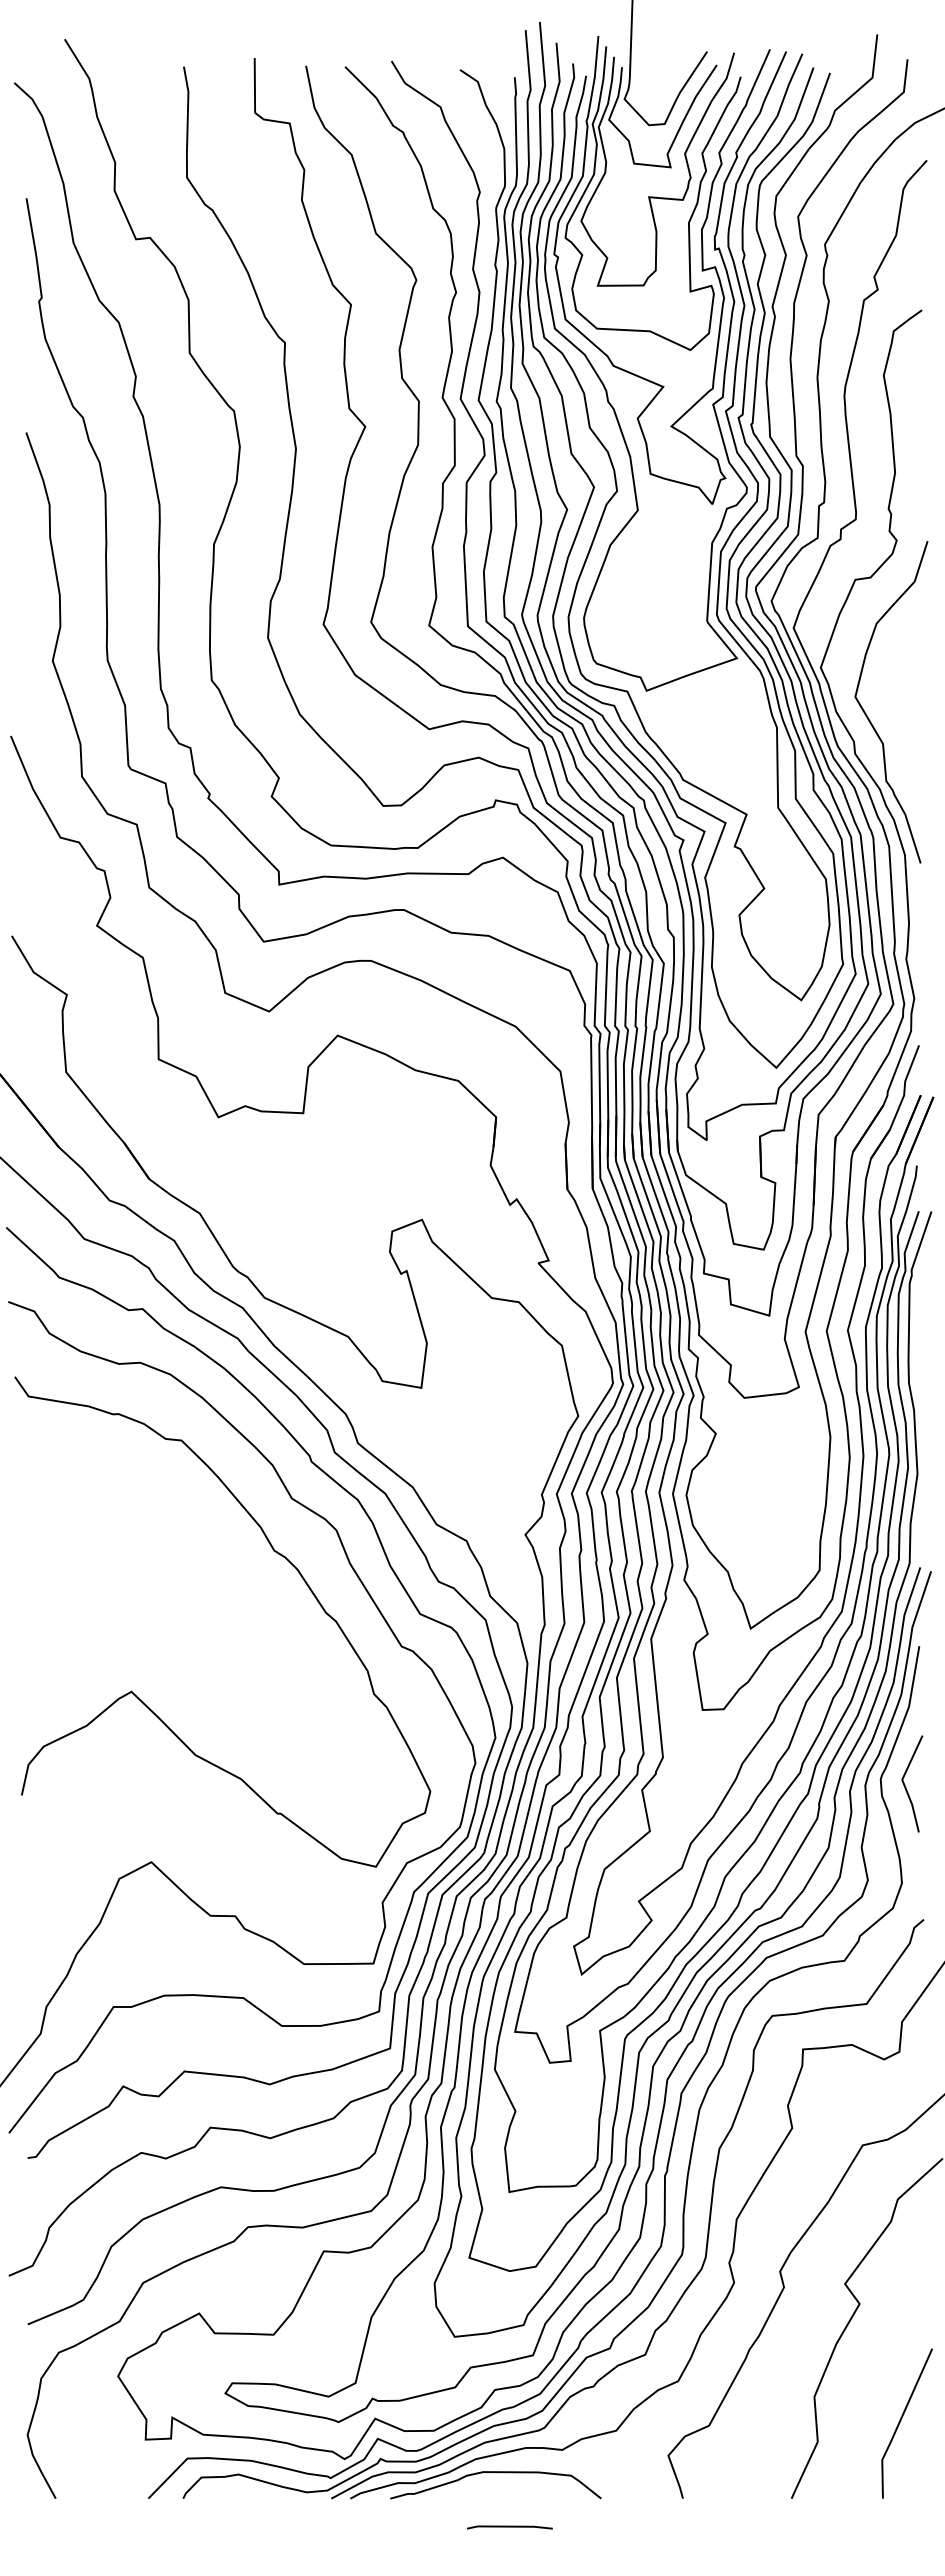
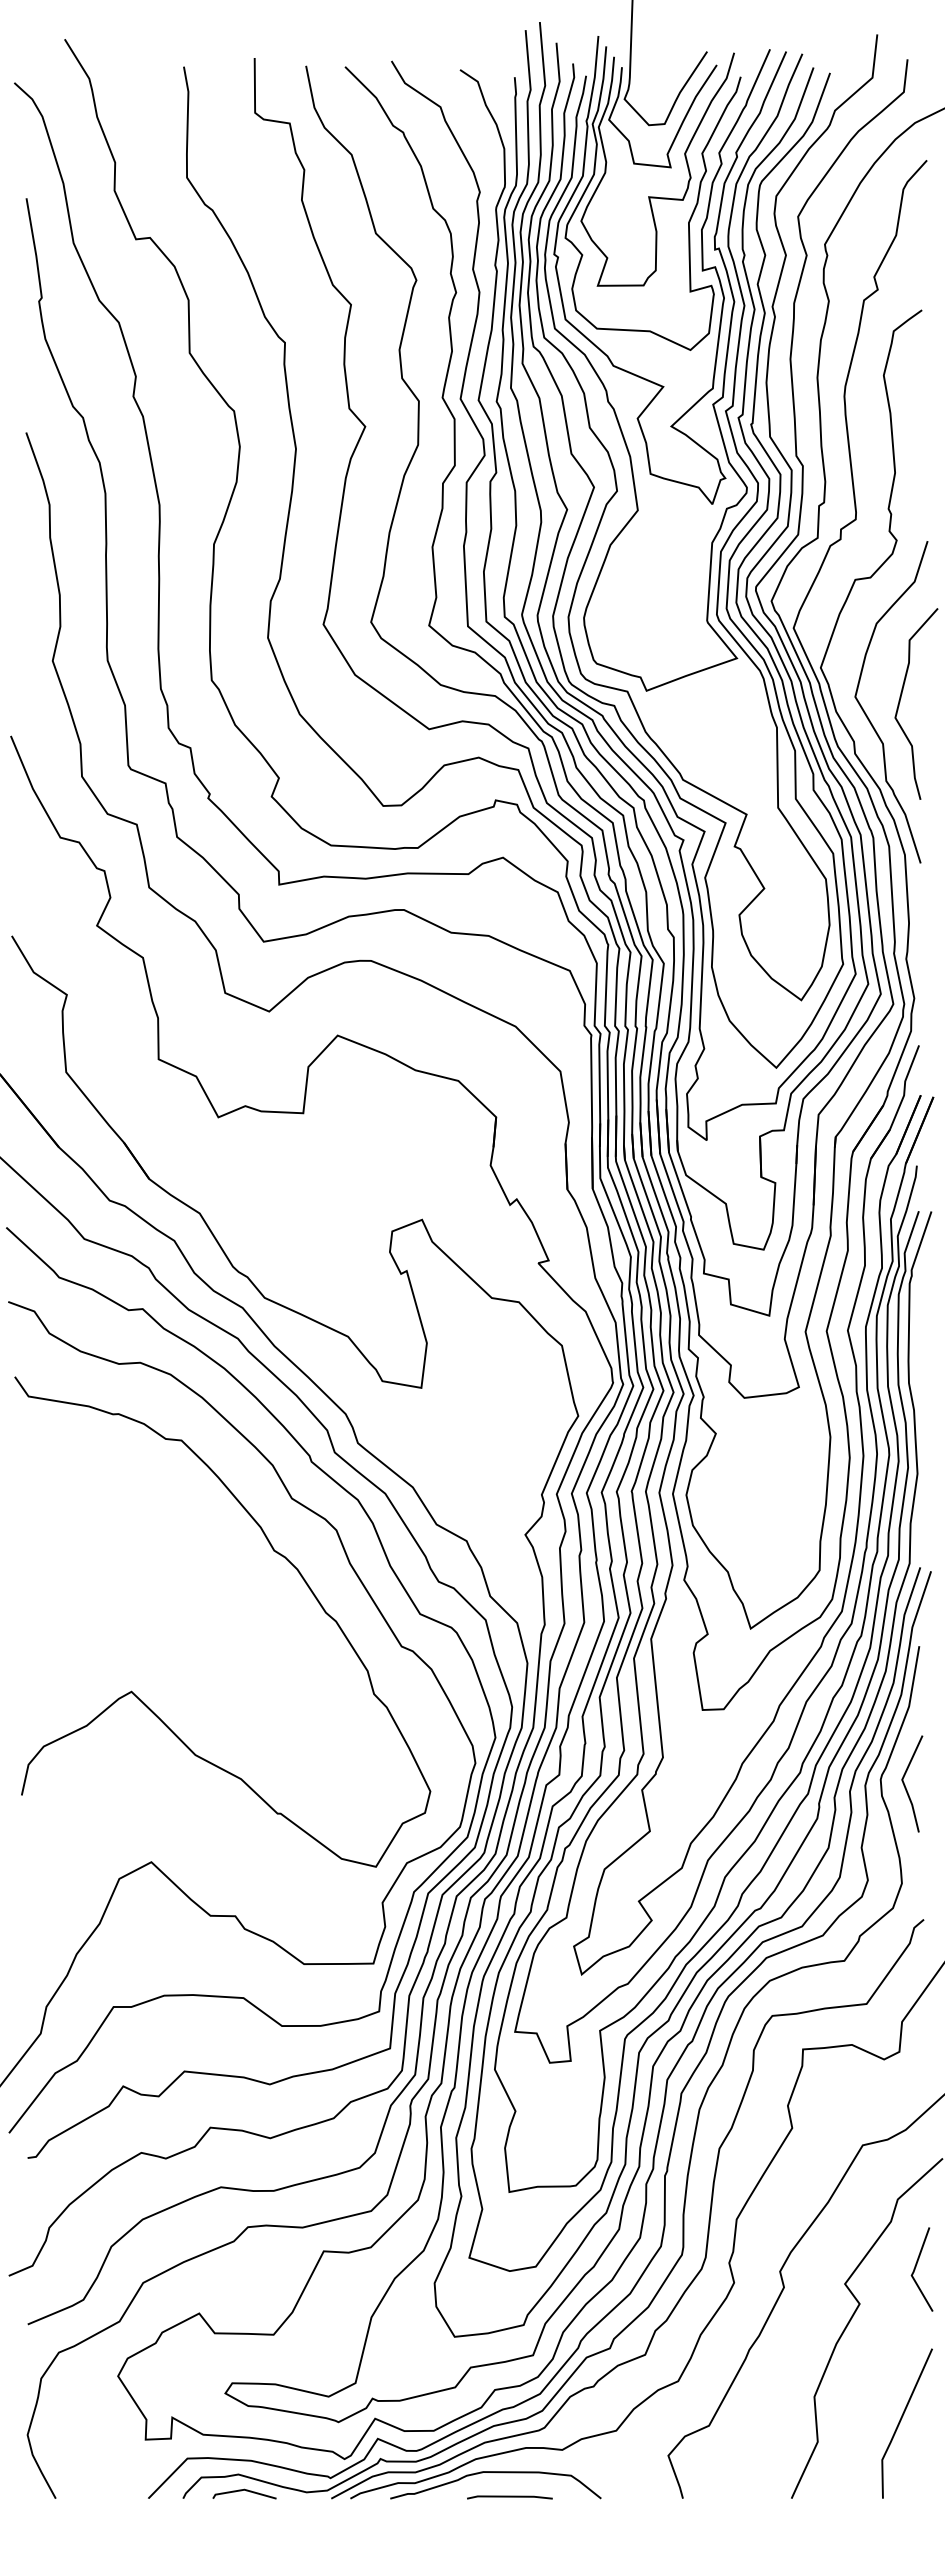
curve at (901, 698): none -> present
line at (916, 2267): none -> present
line at (246, 2491): none -> present
line at (509, 2527) position: (509, 2527) -> (509, 2497)
